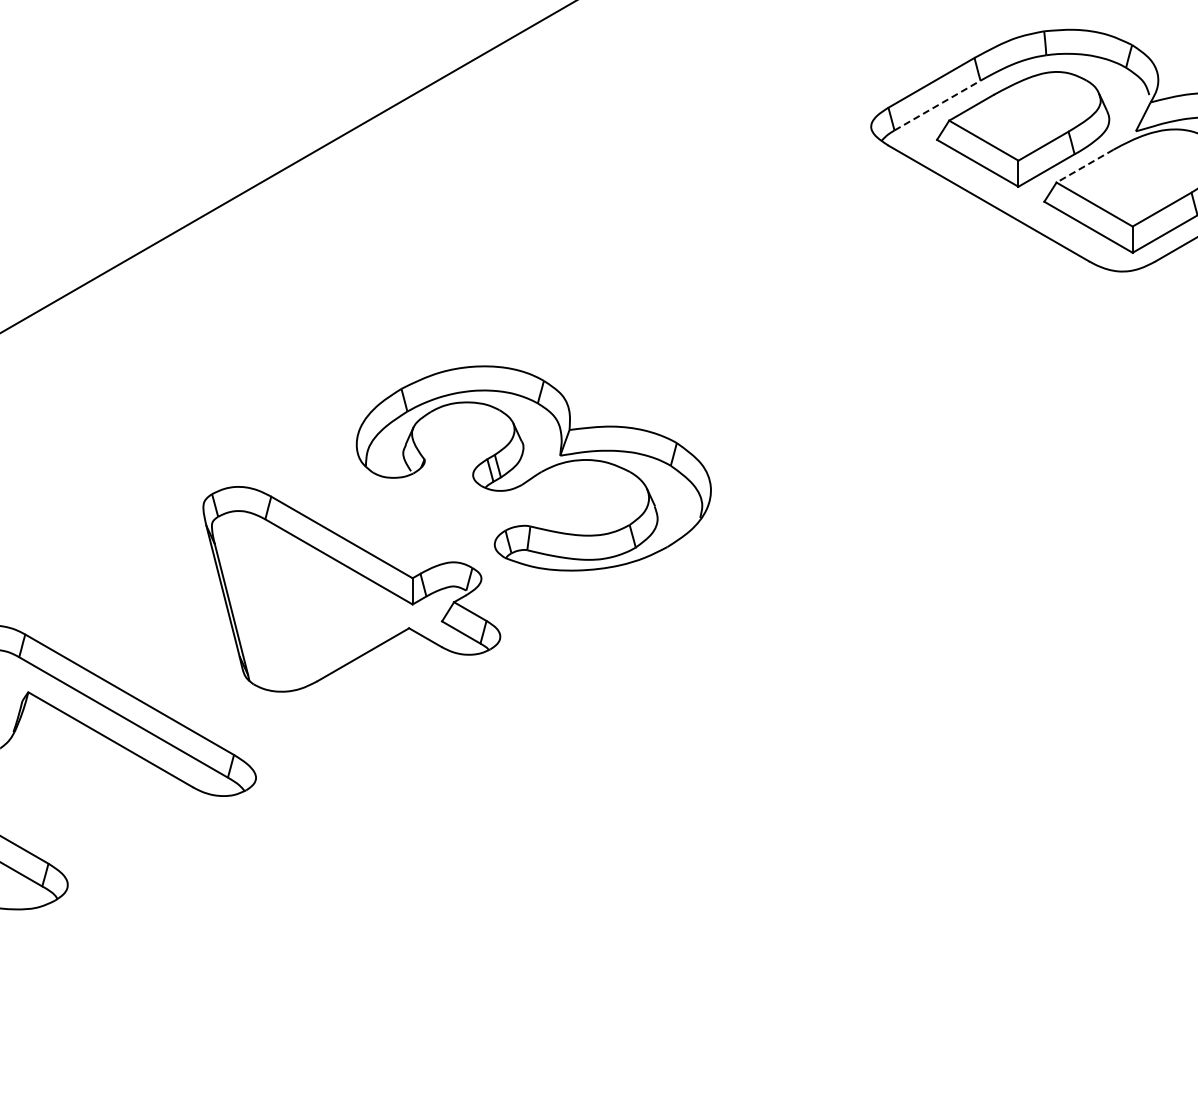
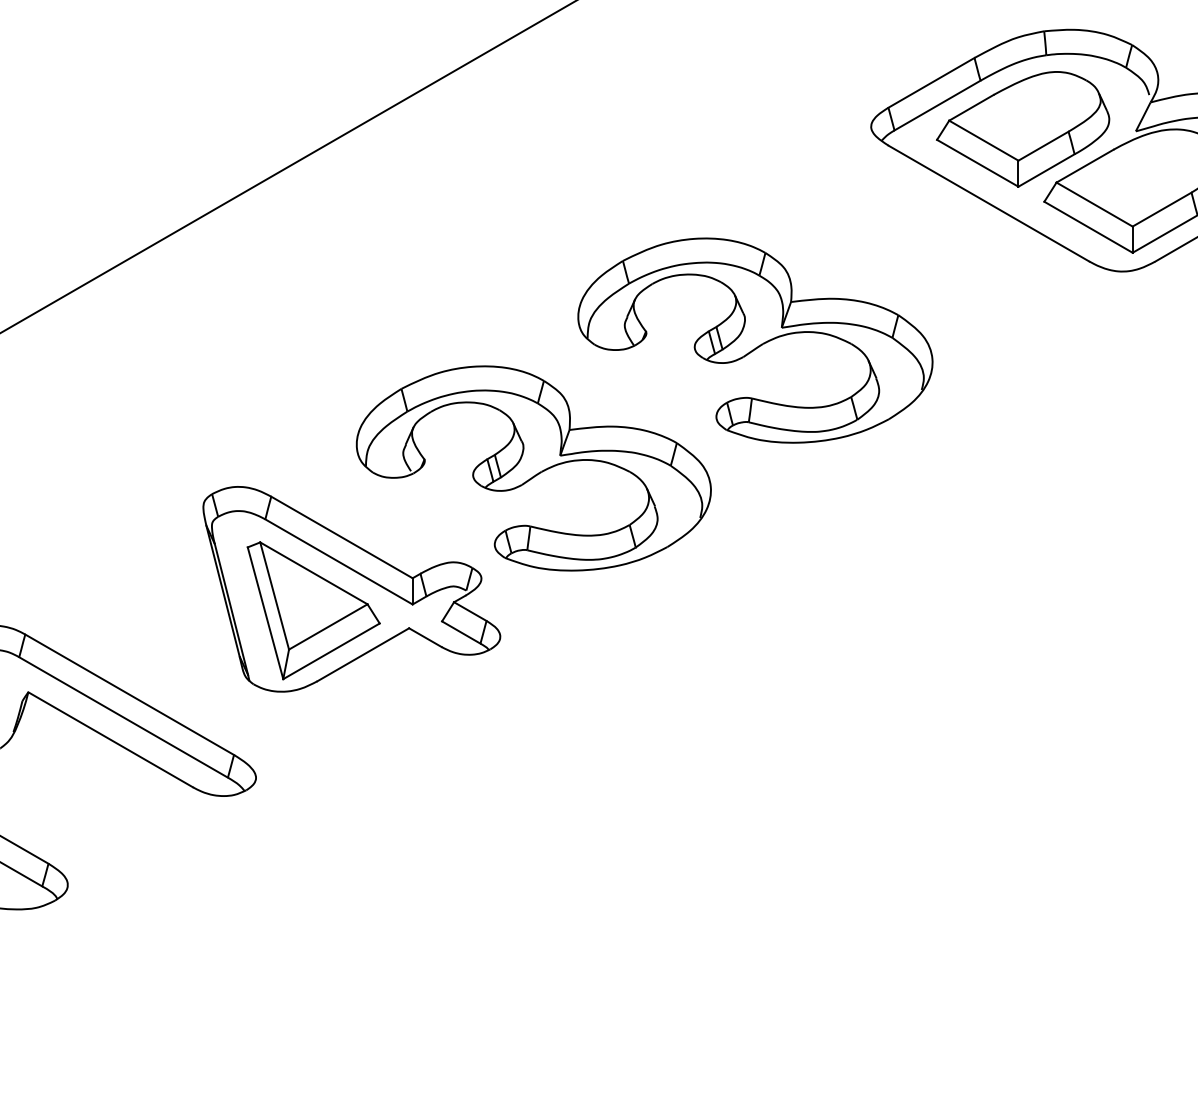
line at (937, 105): dashed -> solid
line at (1085, 166): dashed -> solid
part at (755, 340): none -> present
part at (313, 610): none -> present
